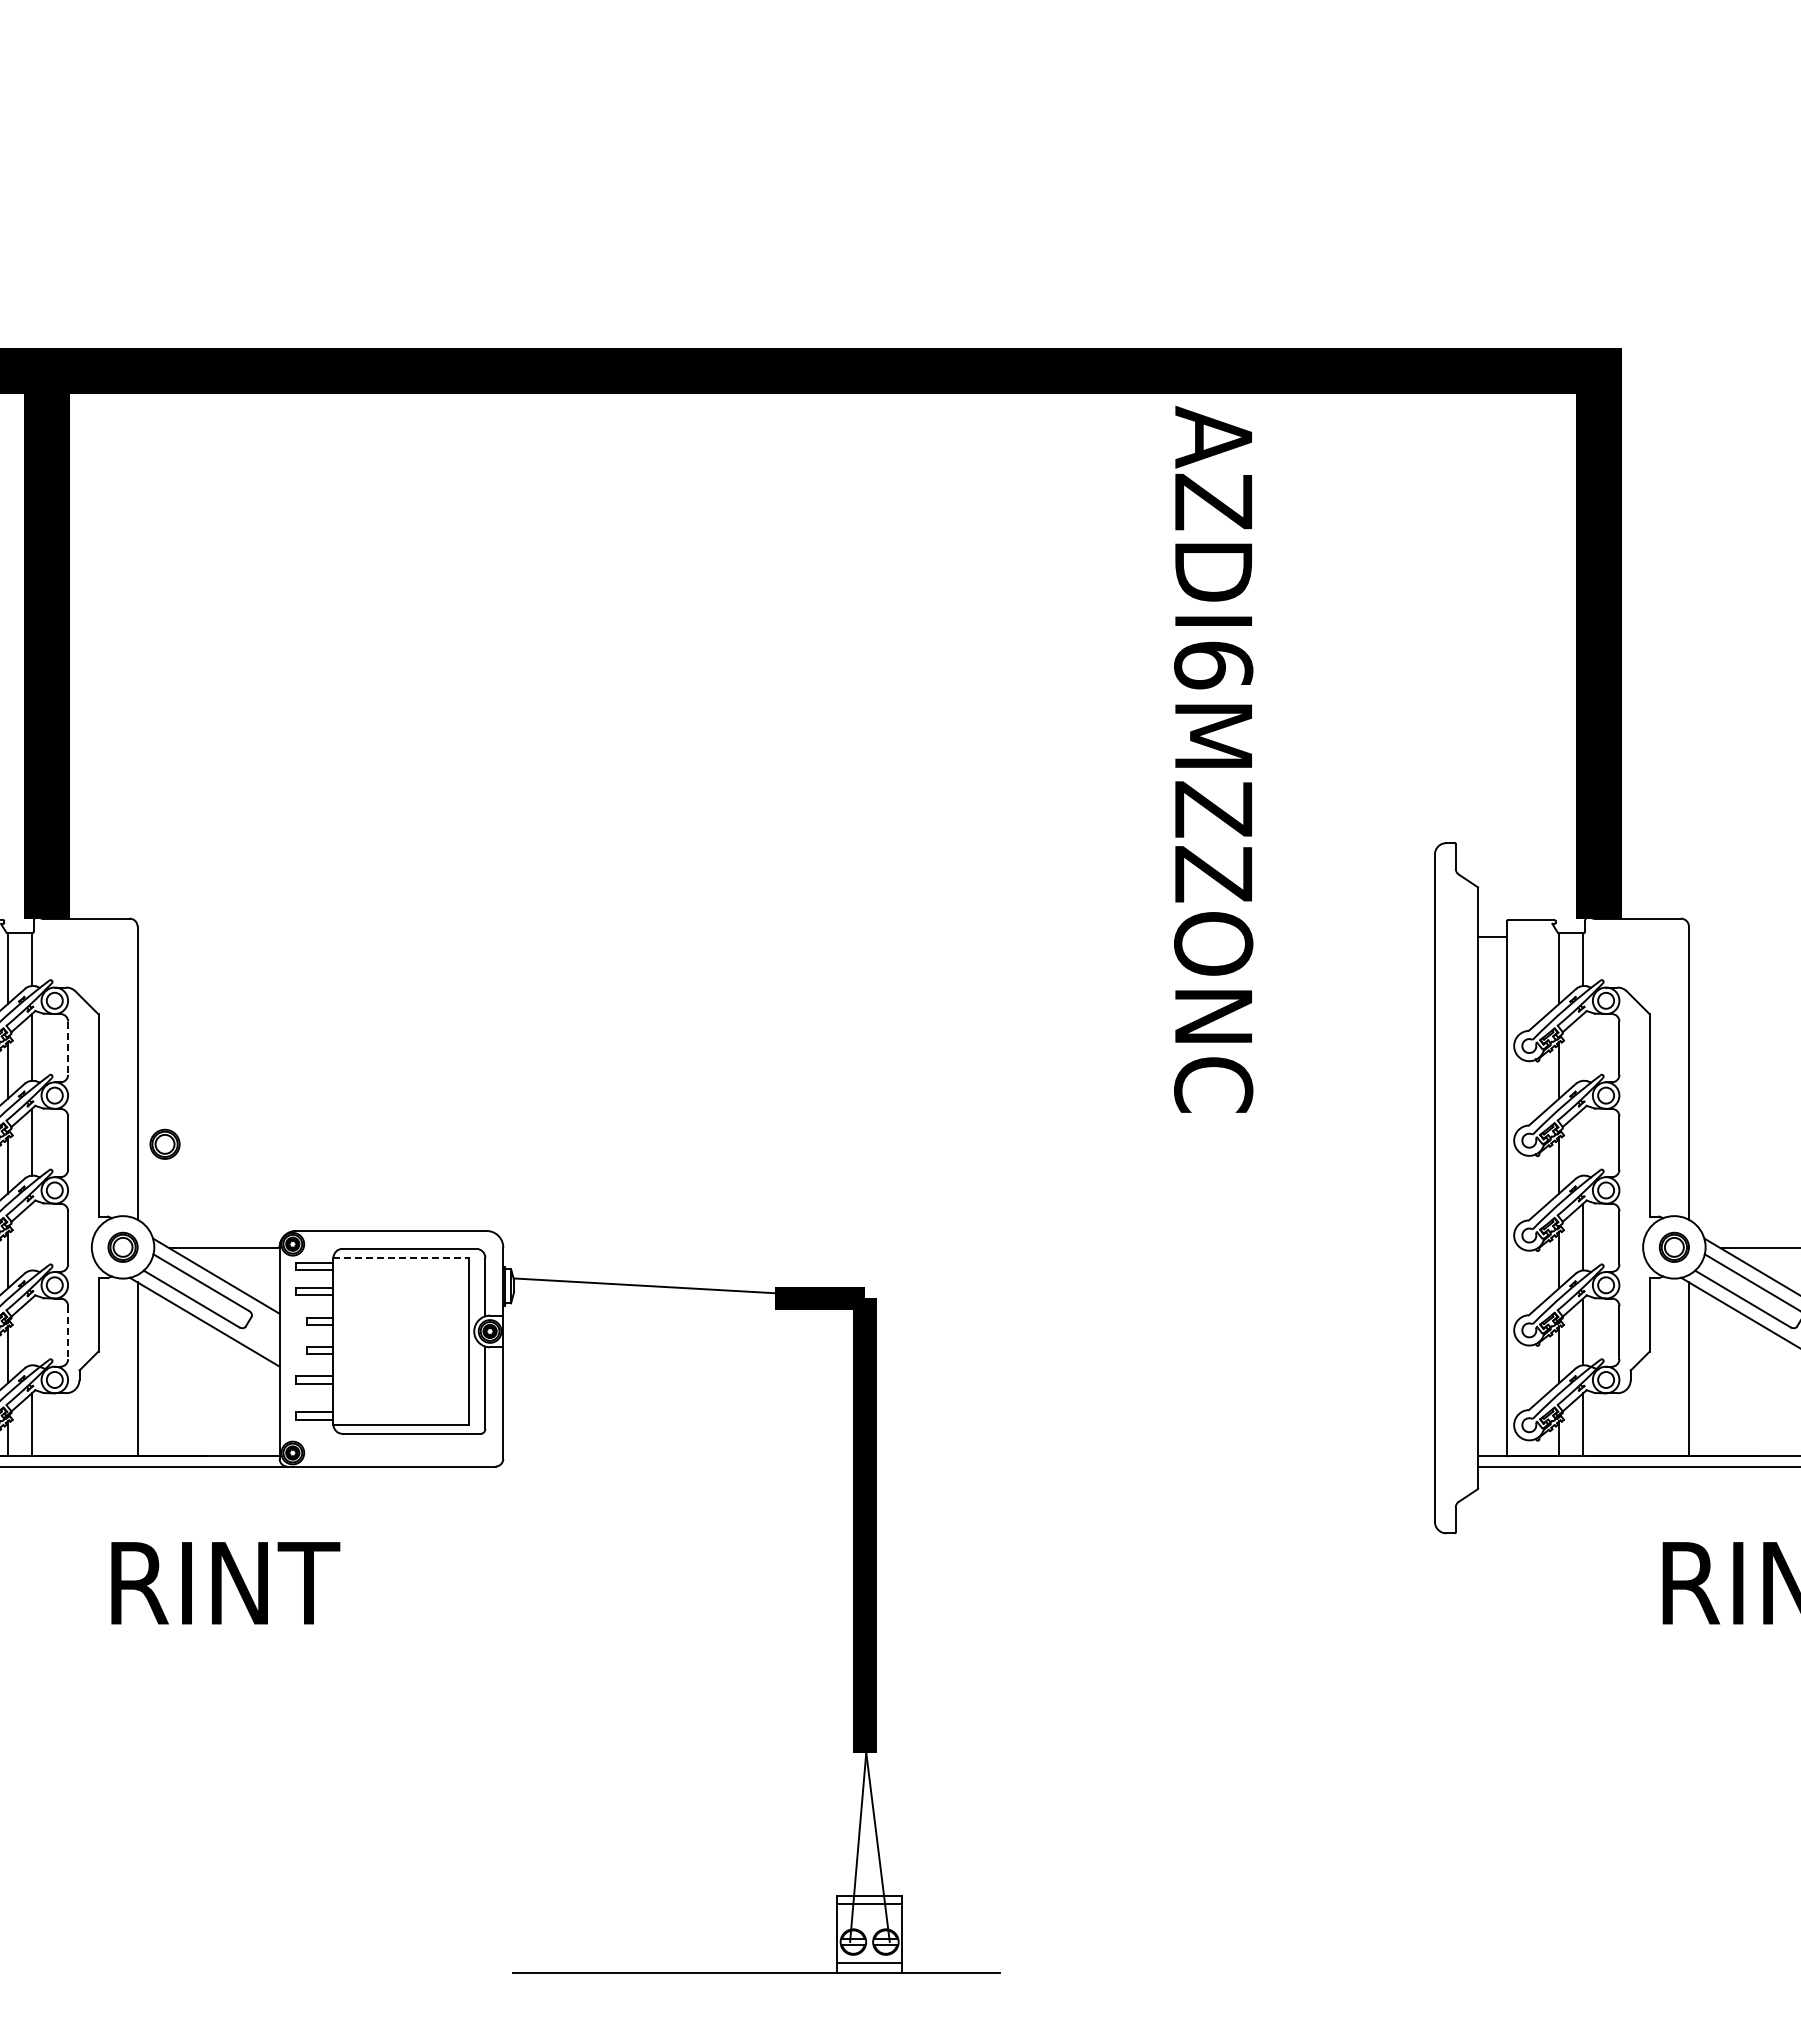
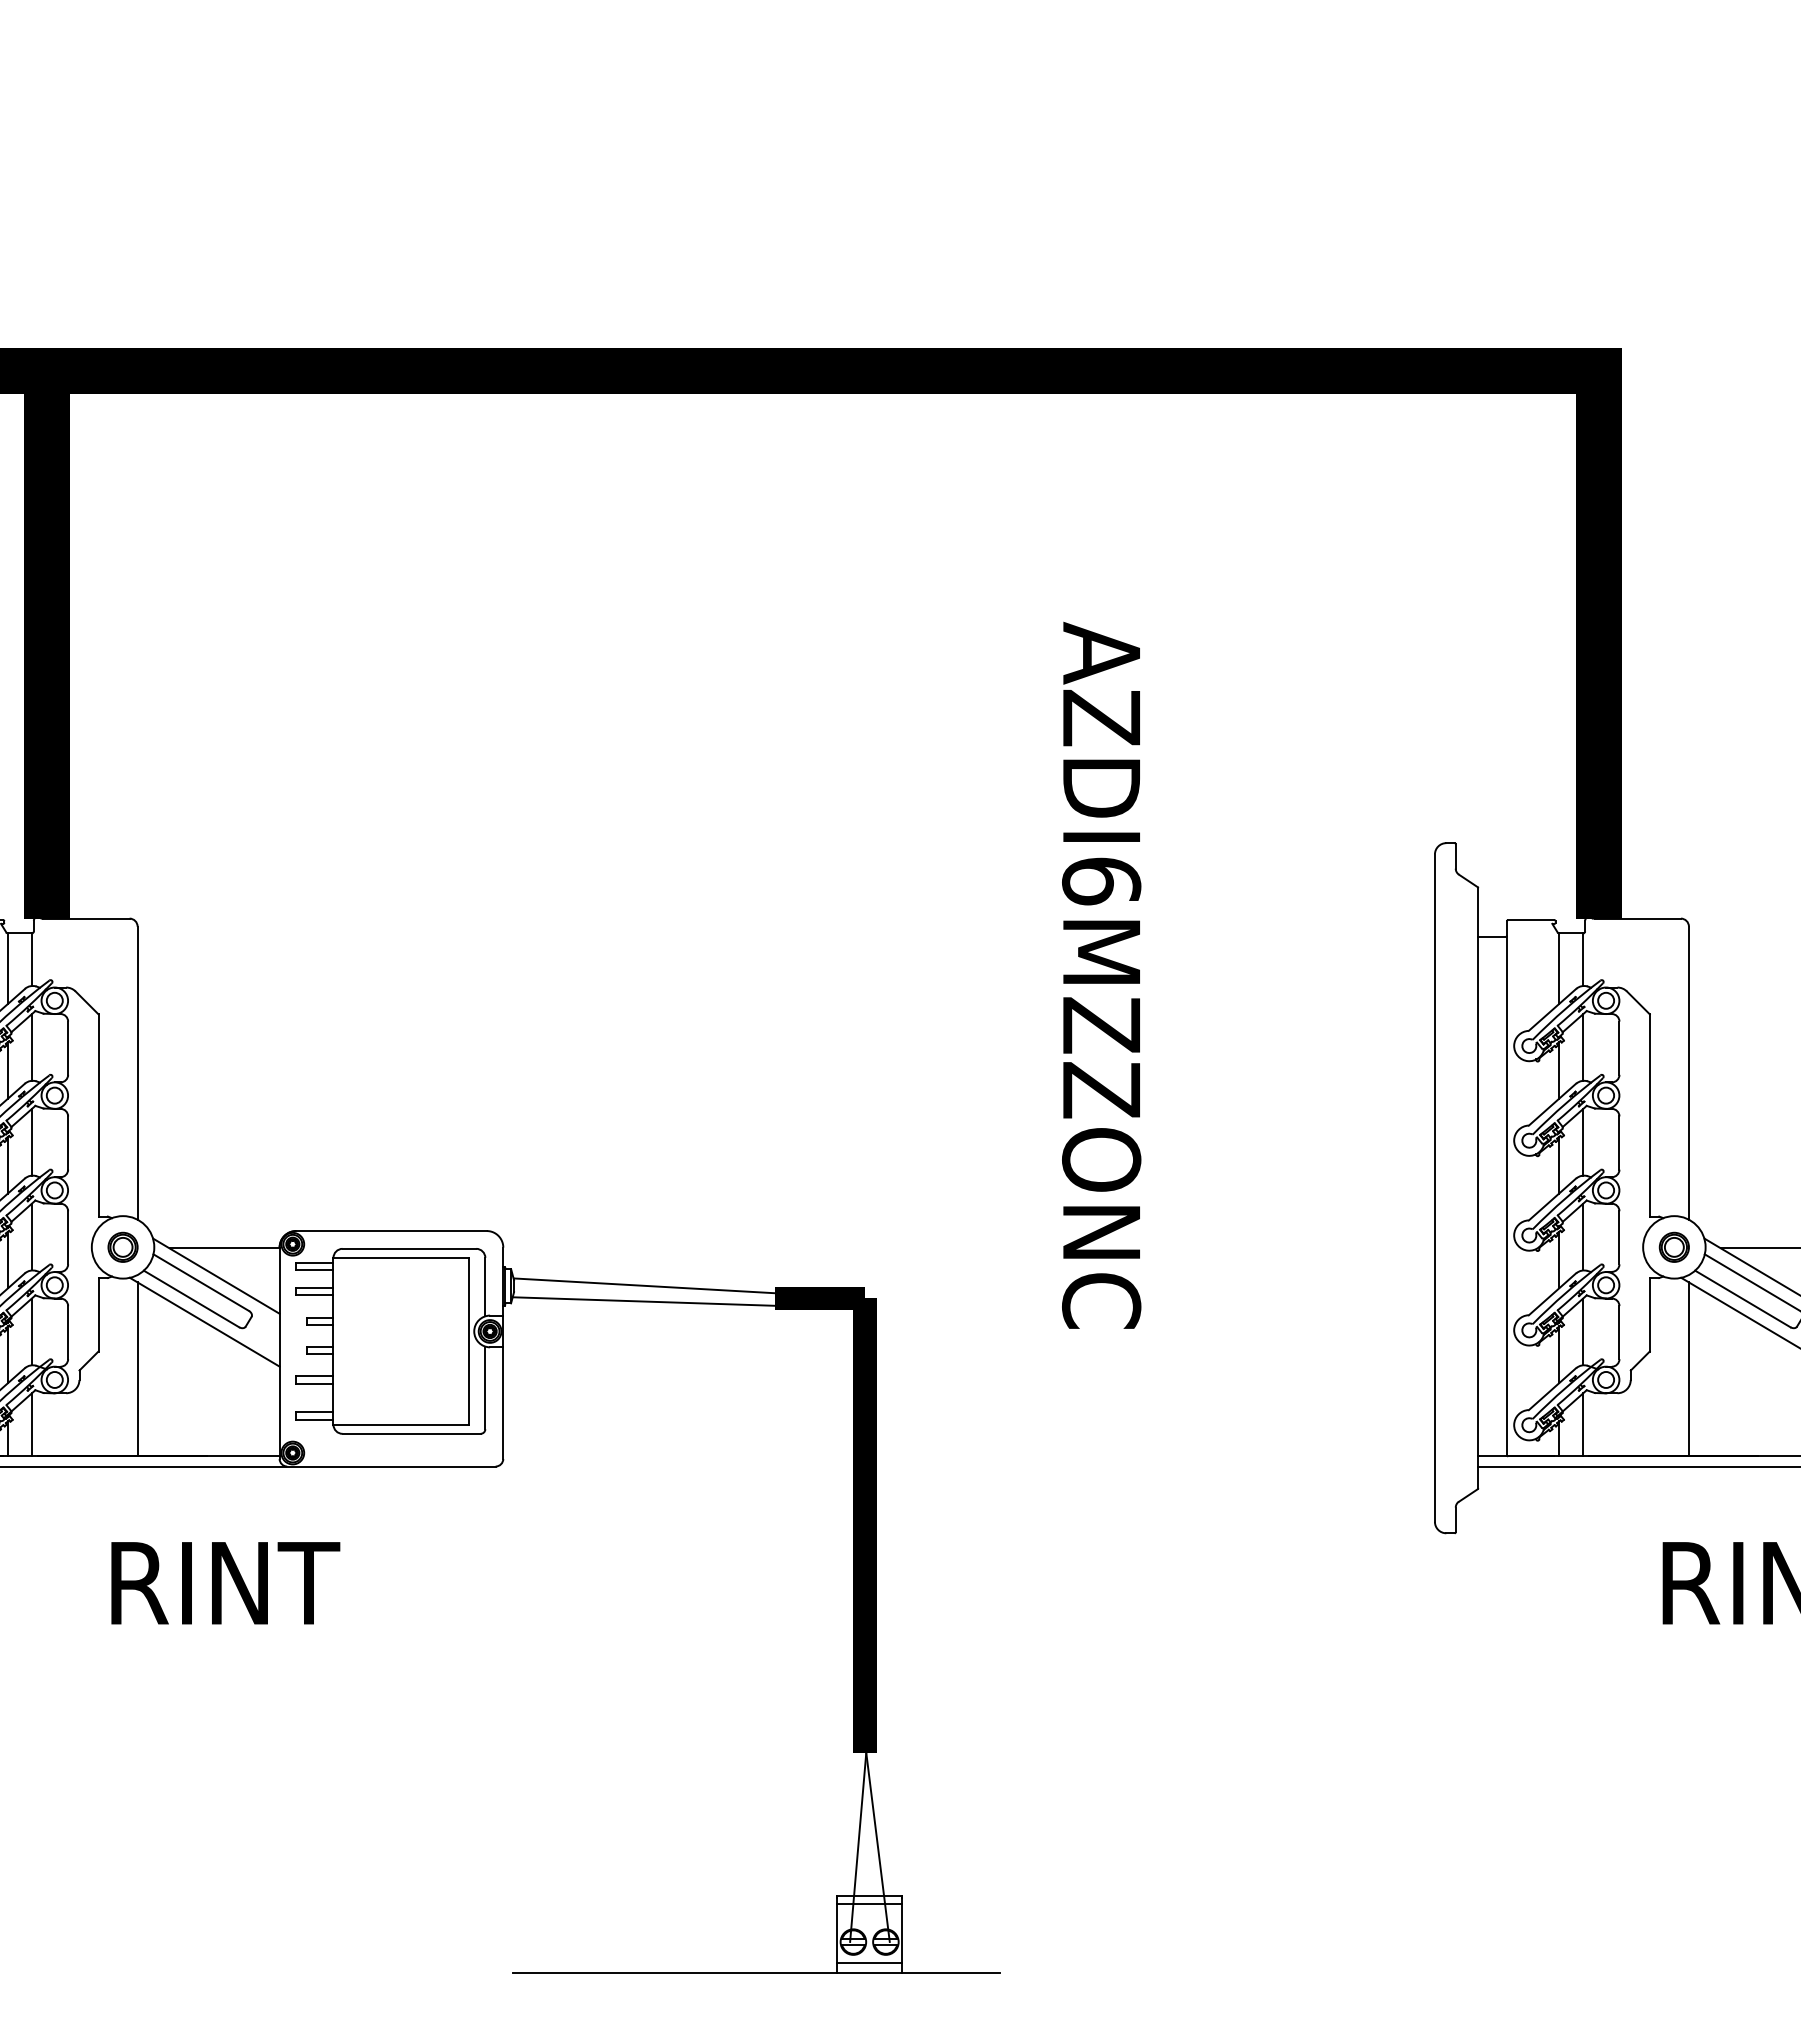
text at (1213, 758) position: (1213, 758) -> (1101, 974)
line at (1583, 1047): none -> present
line at (68, 1048): dashed -> solid
line at (1583, 1141): none -> present
part at (164, 1143): present -> none
line at (31, 1236): none -> present
line at (401, 1257): dashed -> solid
line at (643, 1301): none -> present
line at (31, 1331): none -> present
line at (68, 1332): dashed -> solid
